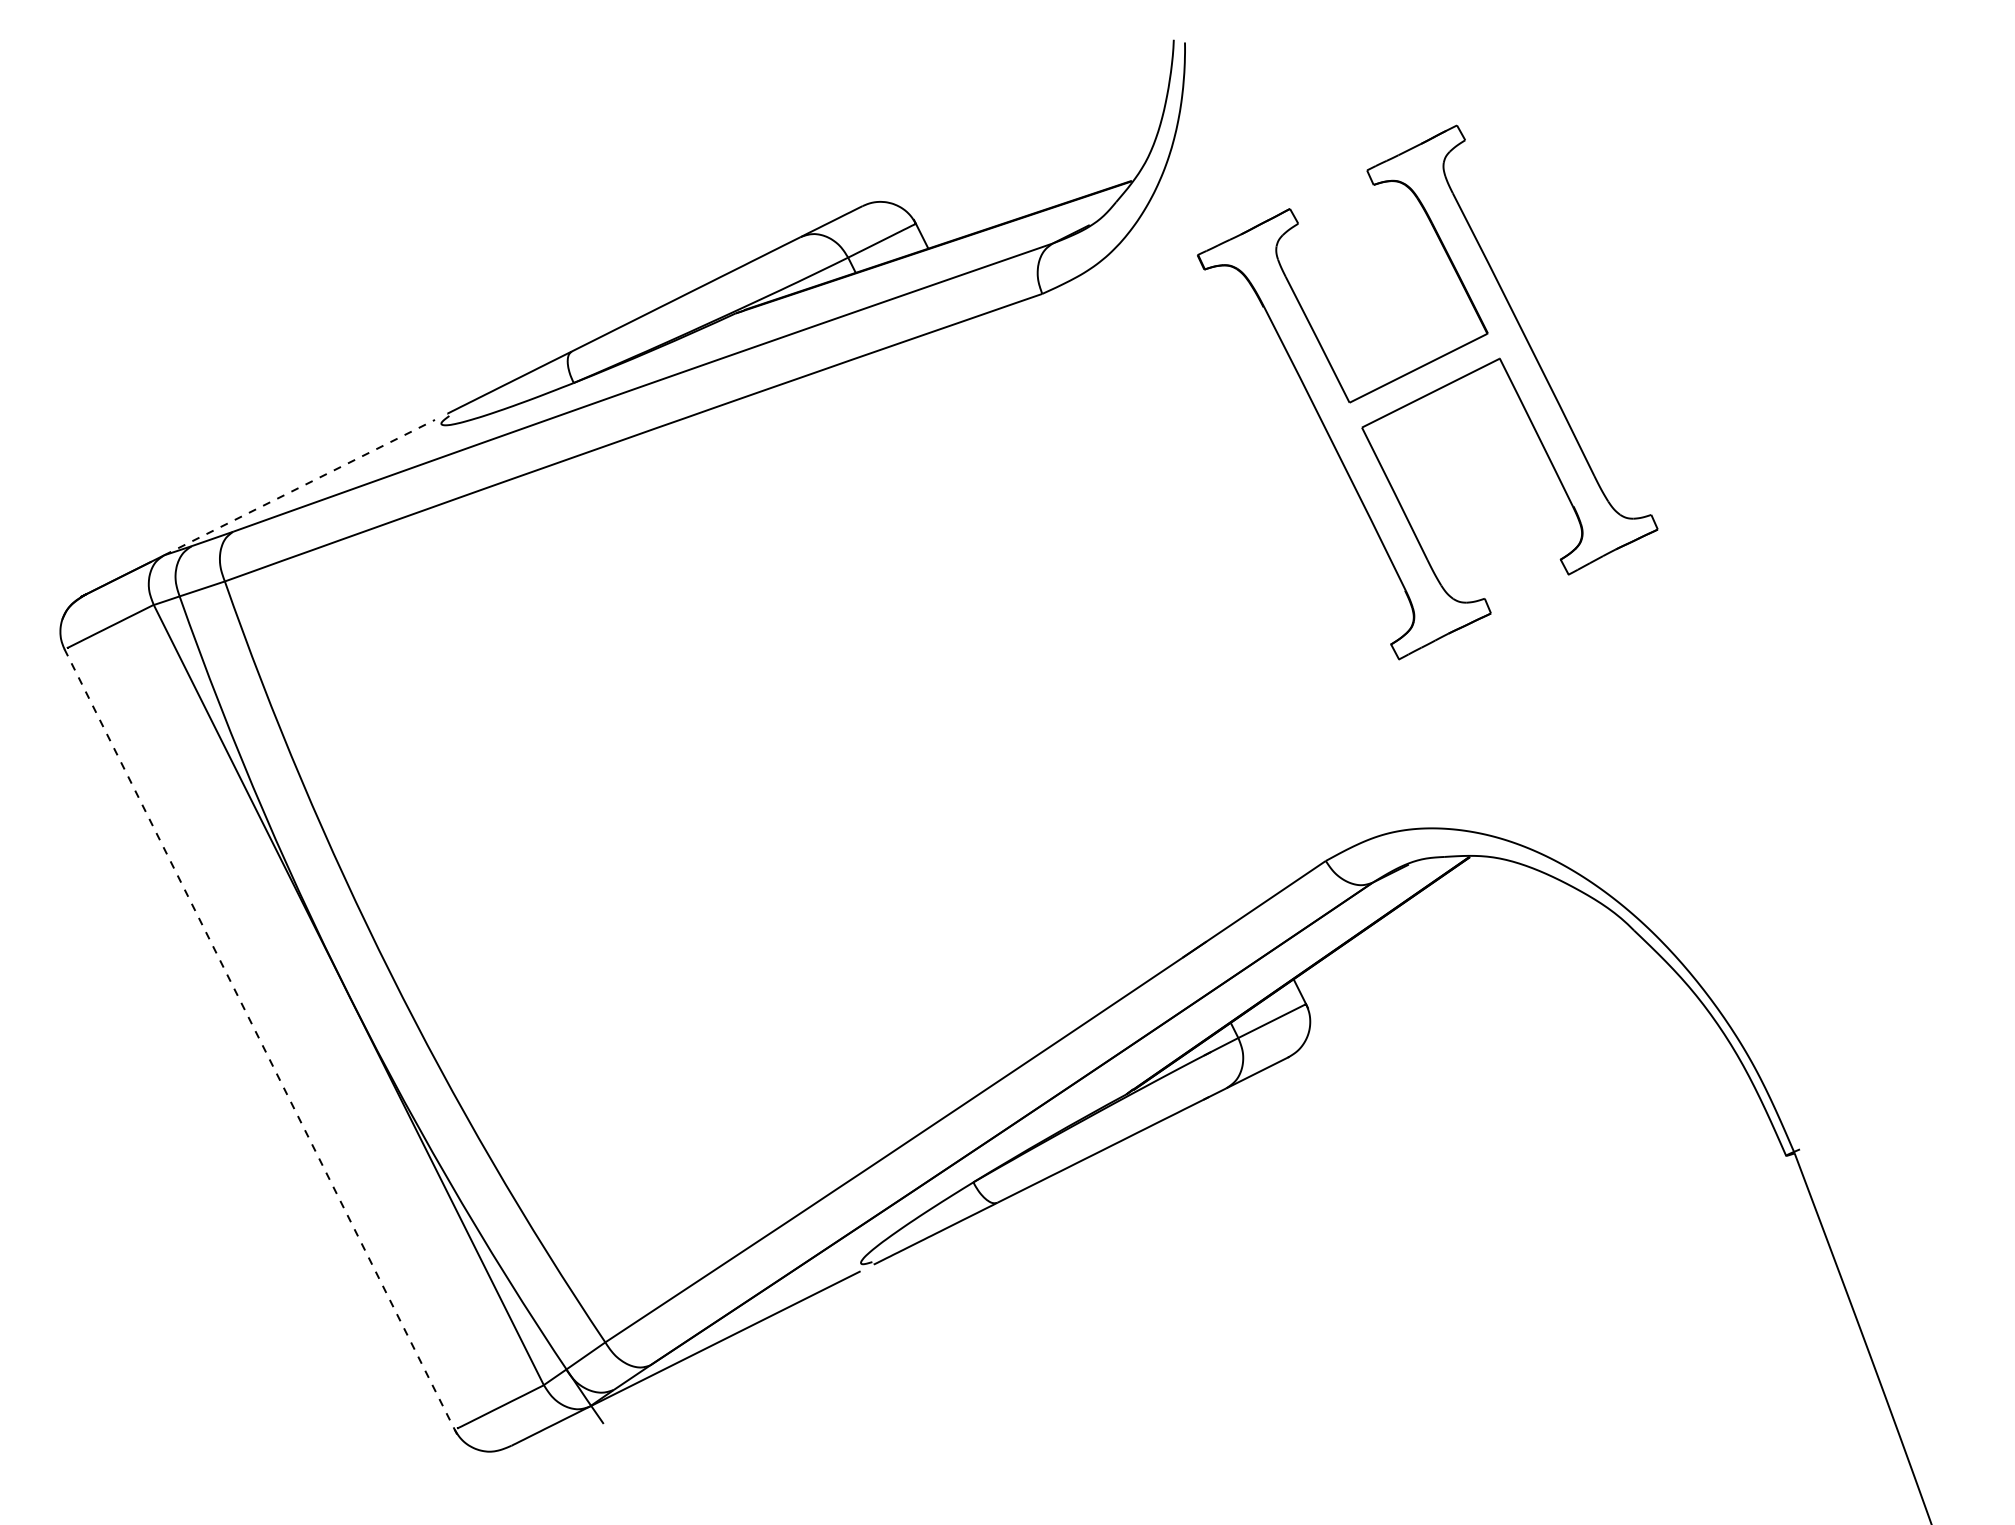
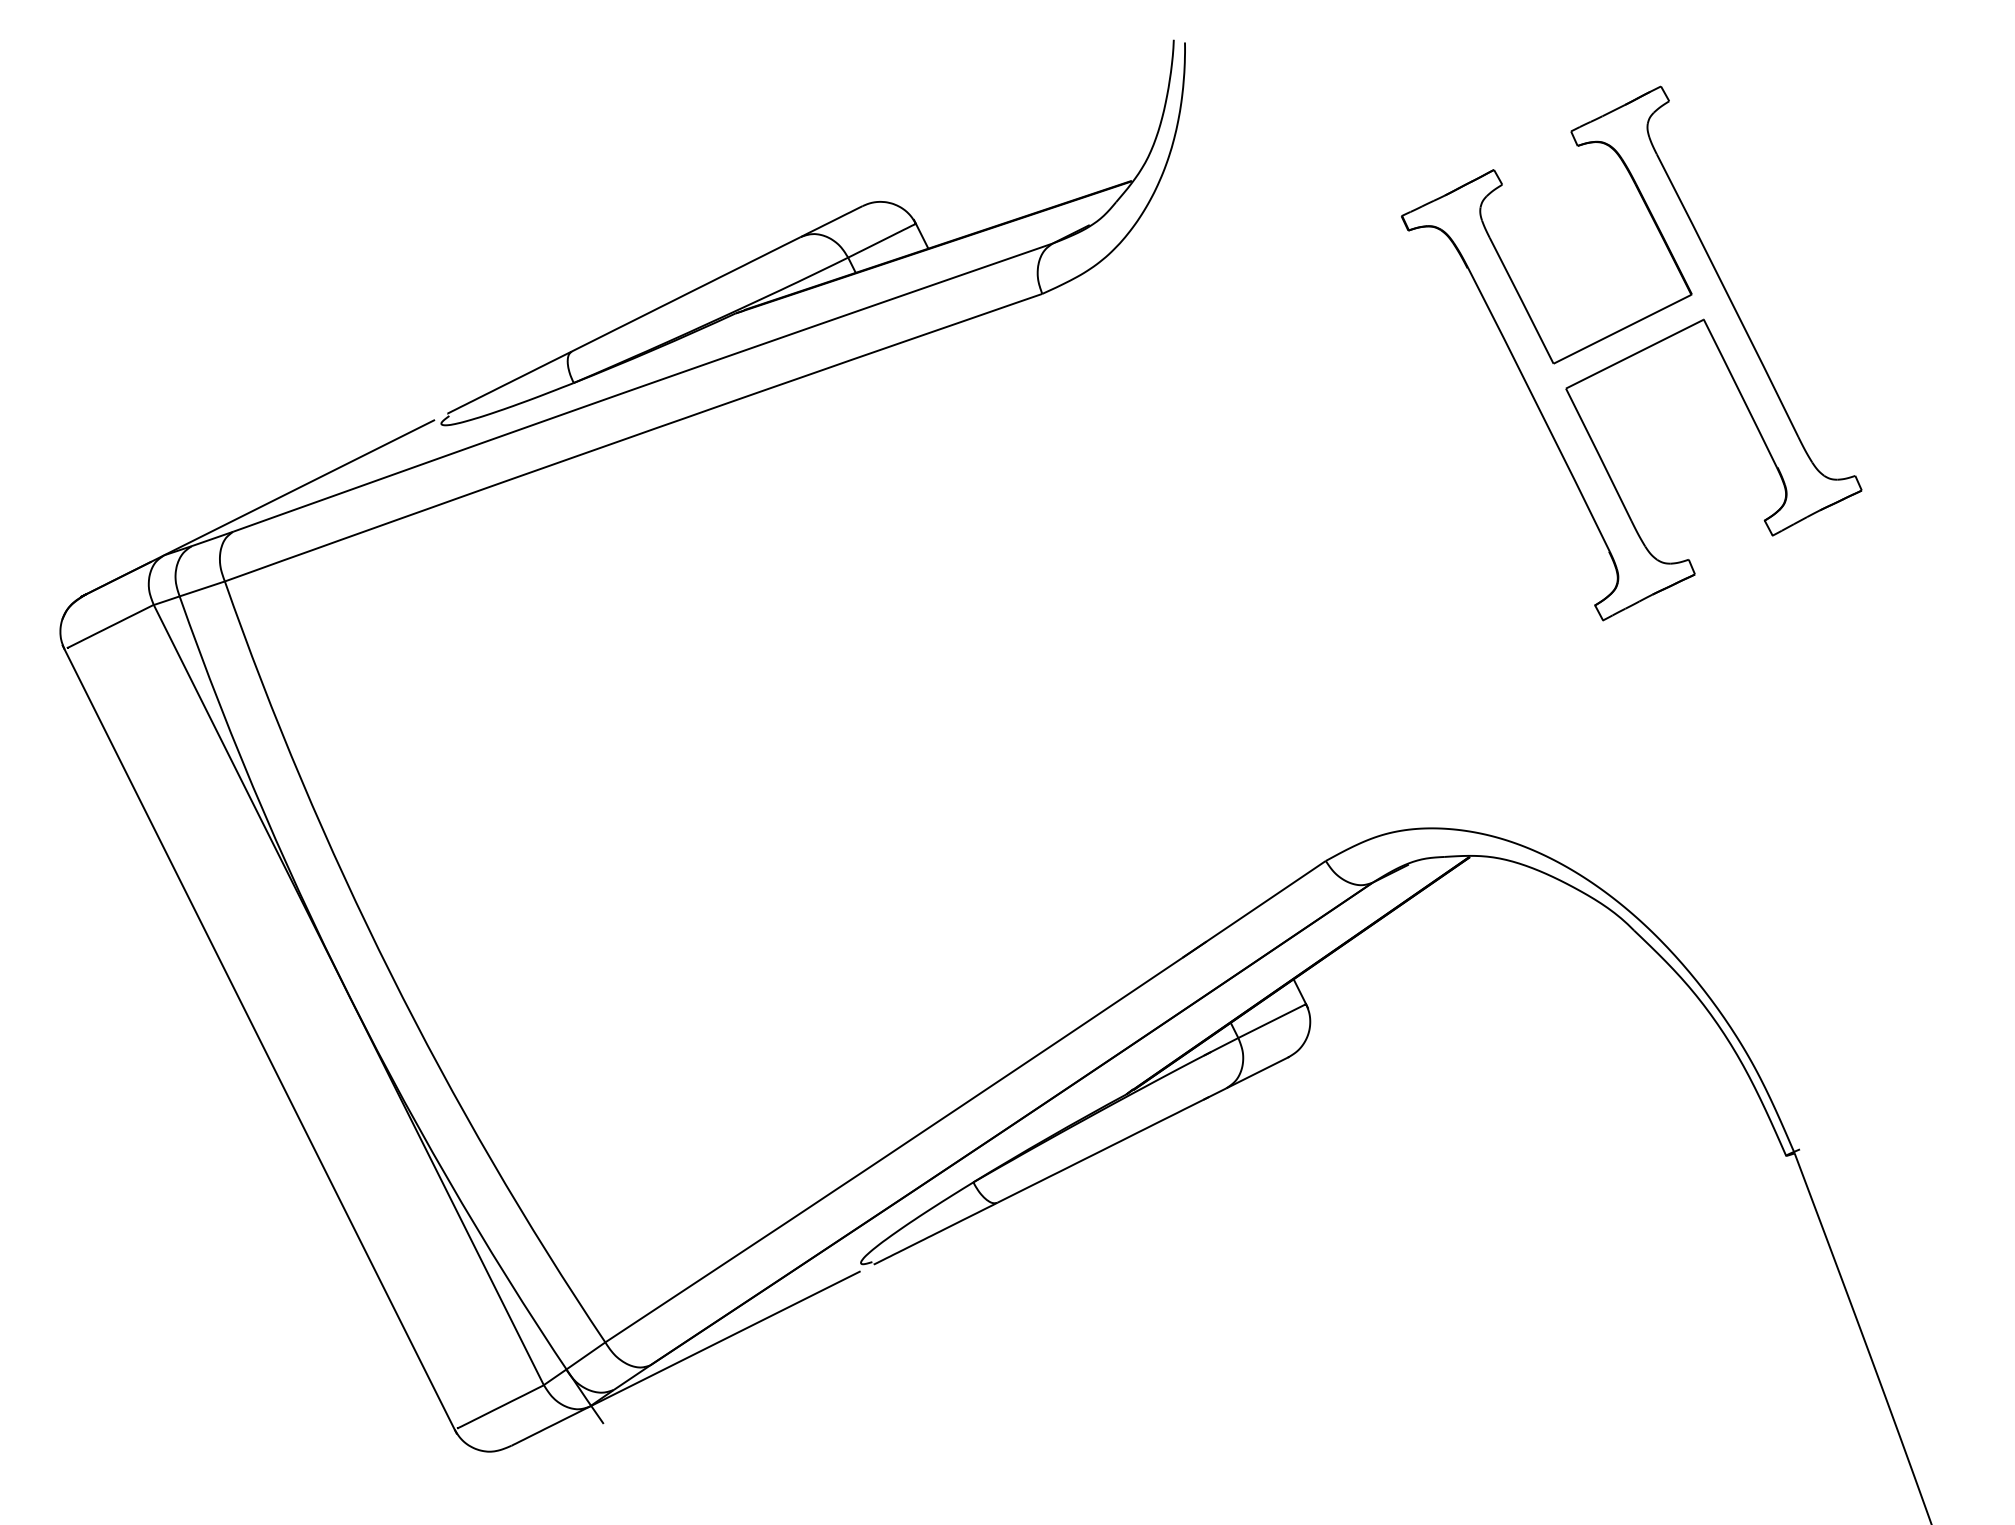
part at (1427, 392) position: (1427, 392) -> (1631, 353)
line at (299, 487): dashed -> solid
line at (259, 1039): dashed -> solid
